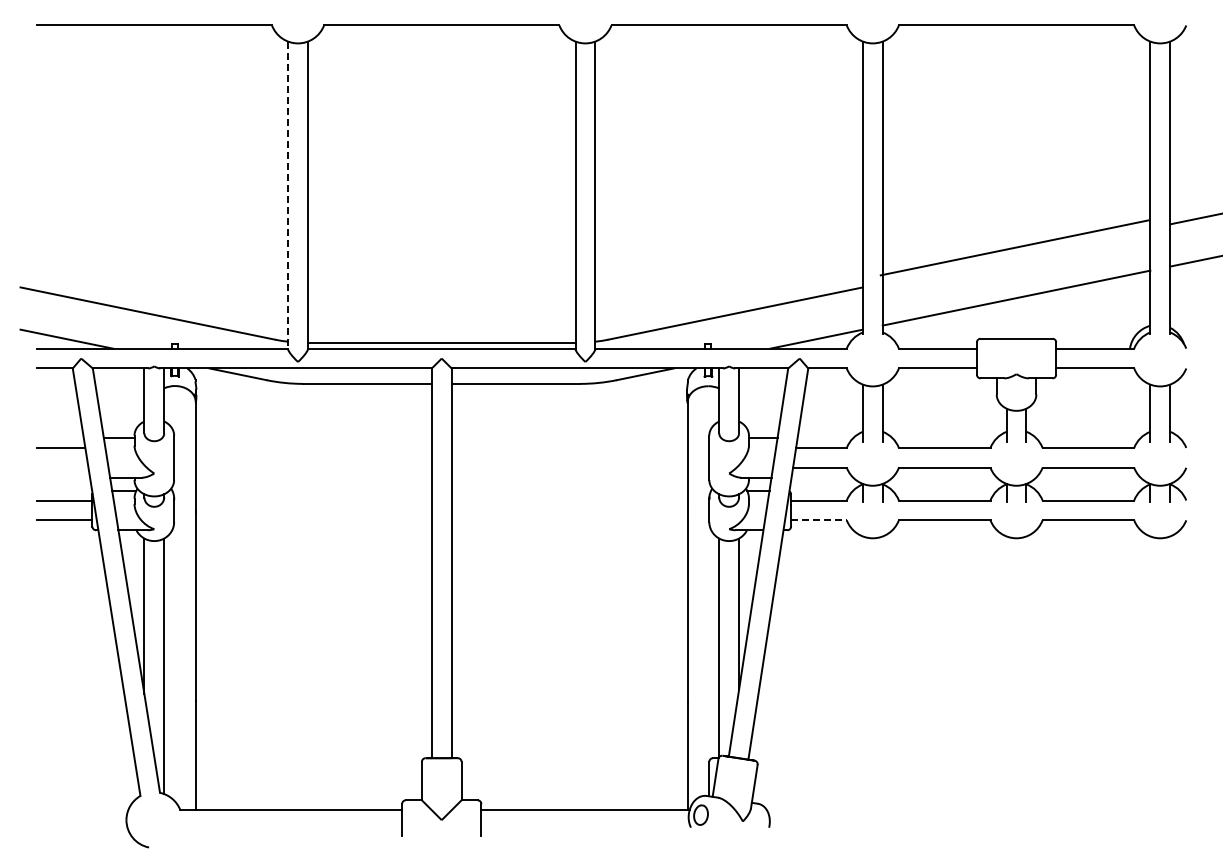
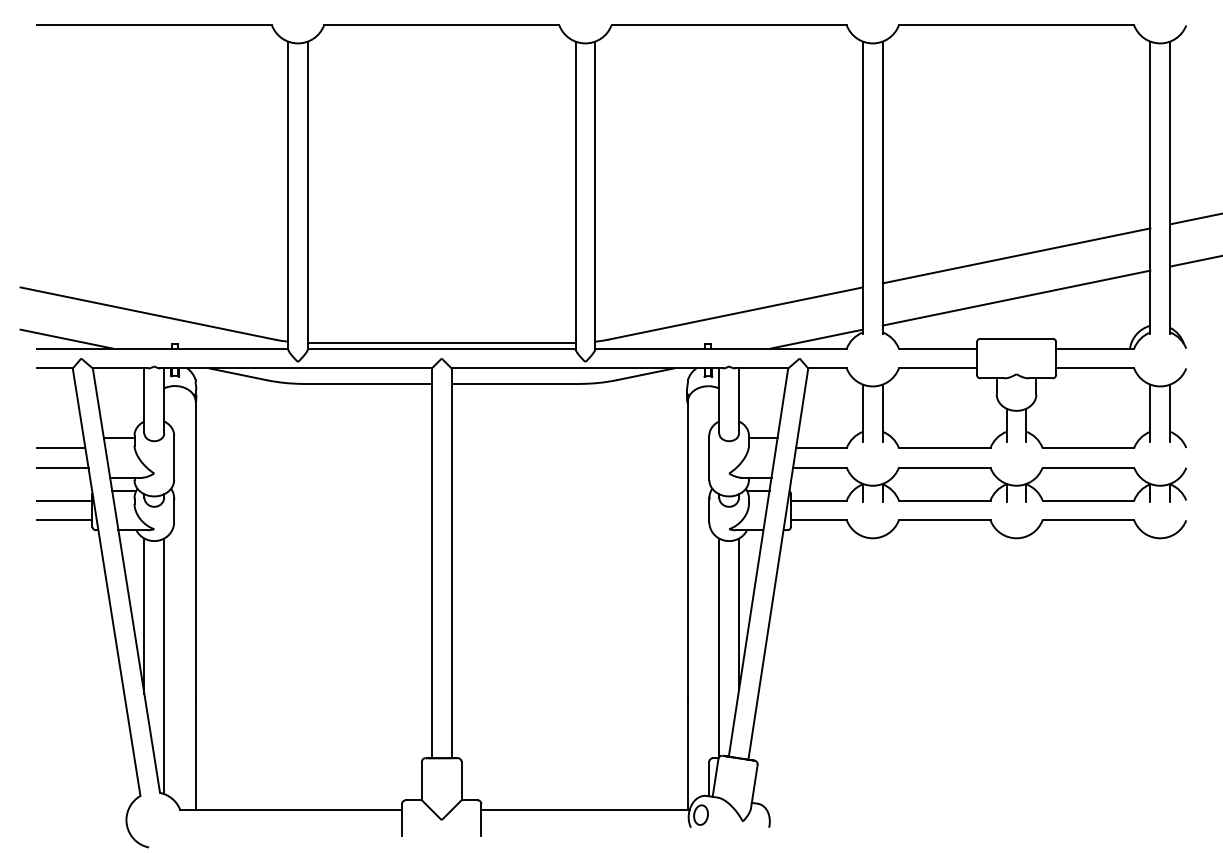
line at (288, 195): dashed -> solid
line at (1014, 247) position: (1014, 247) -> (1016, 255)
line at (62, 467): none -> present
line at (818, 520): dashed -> solid
